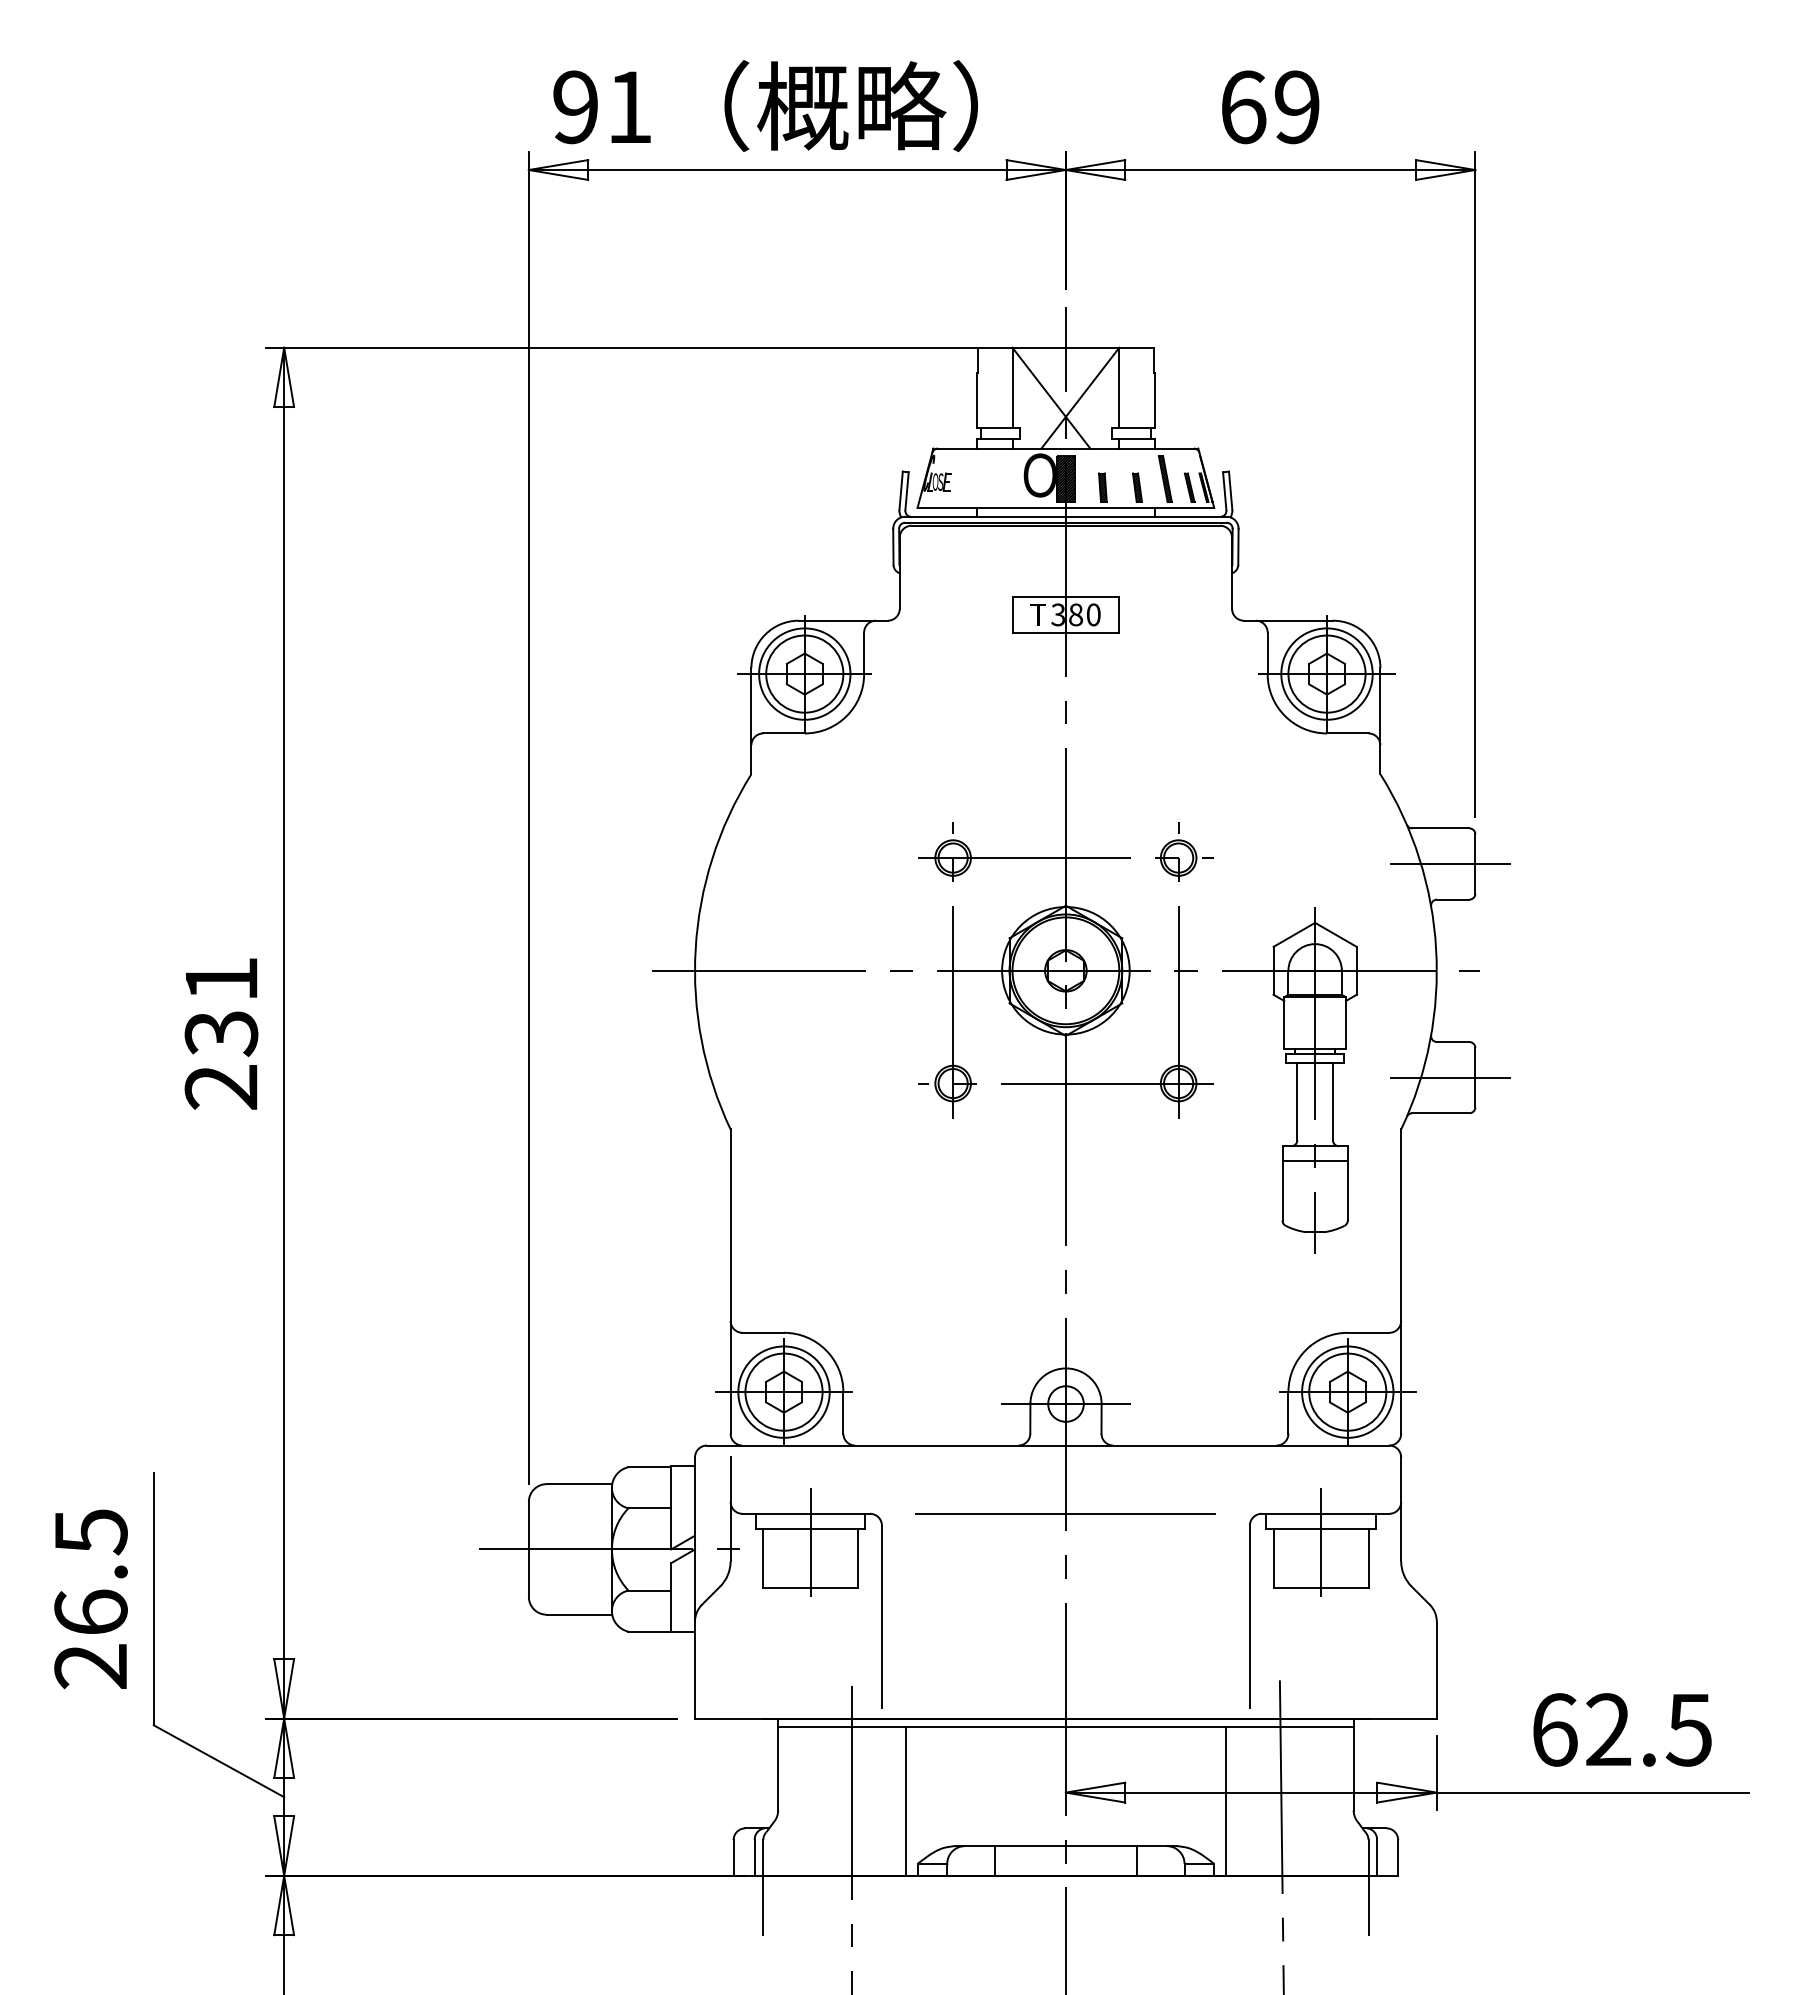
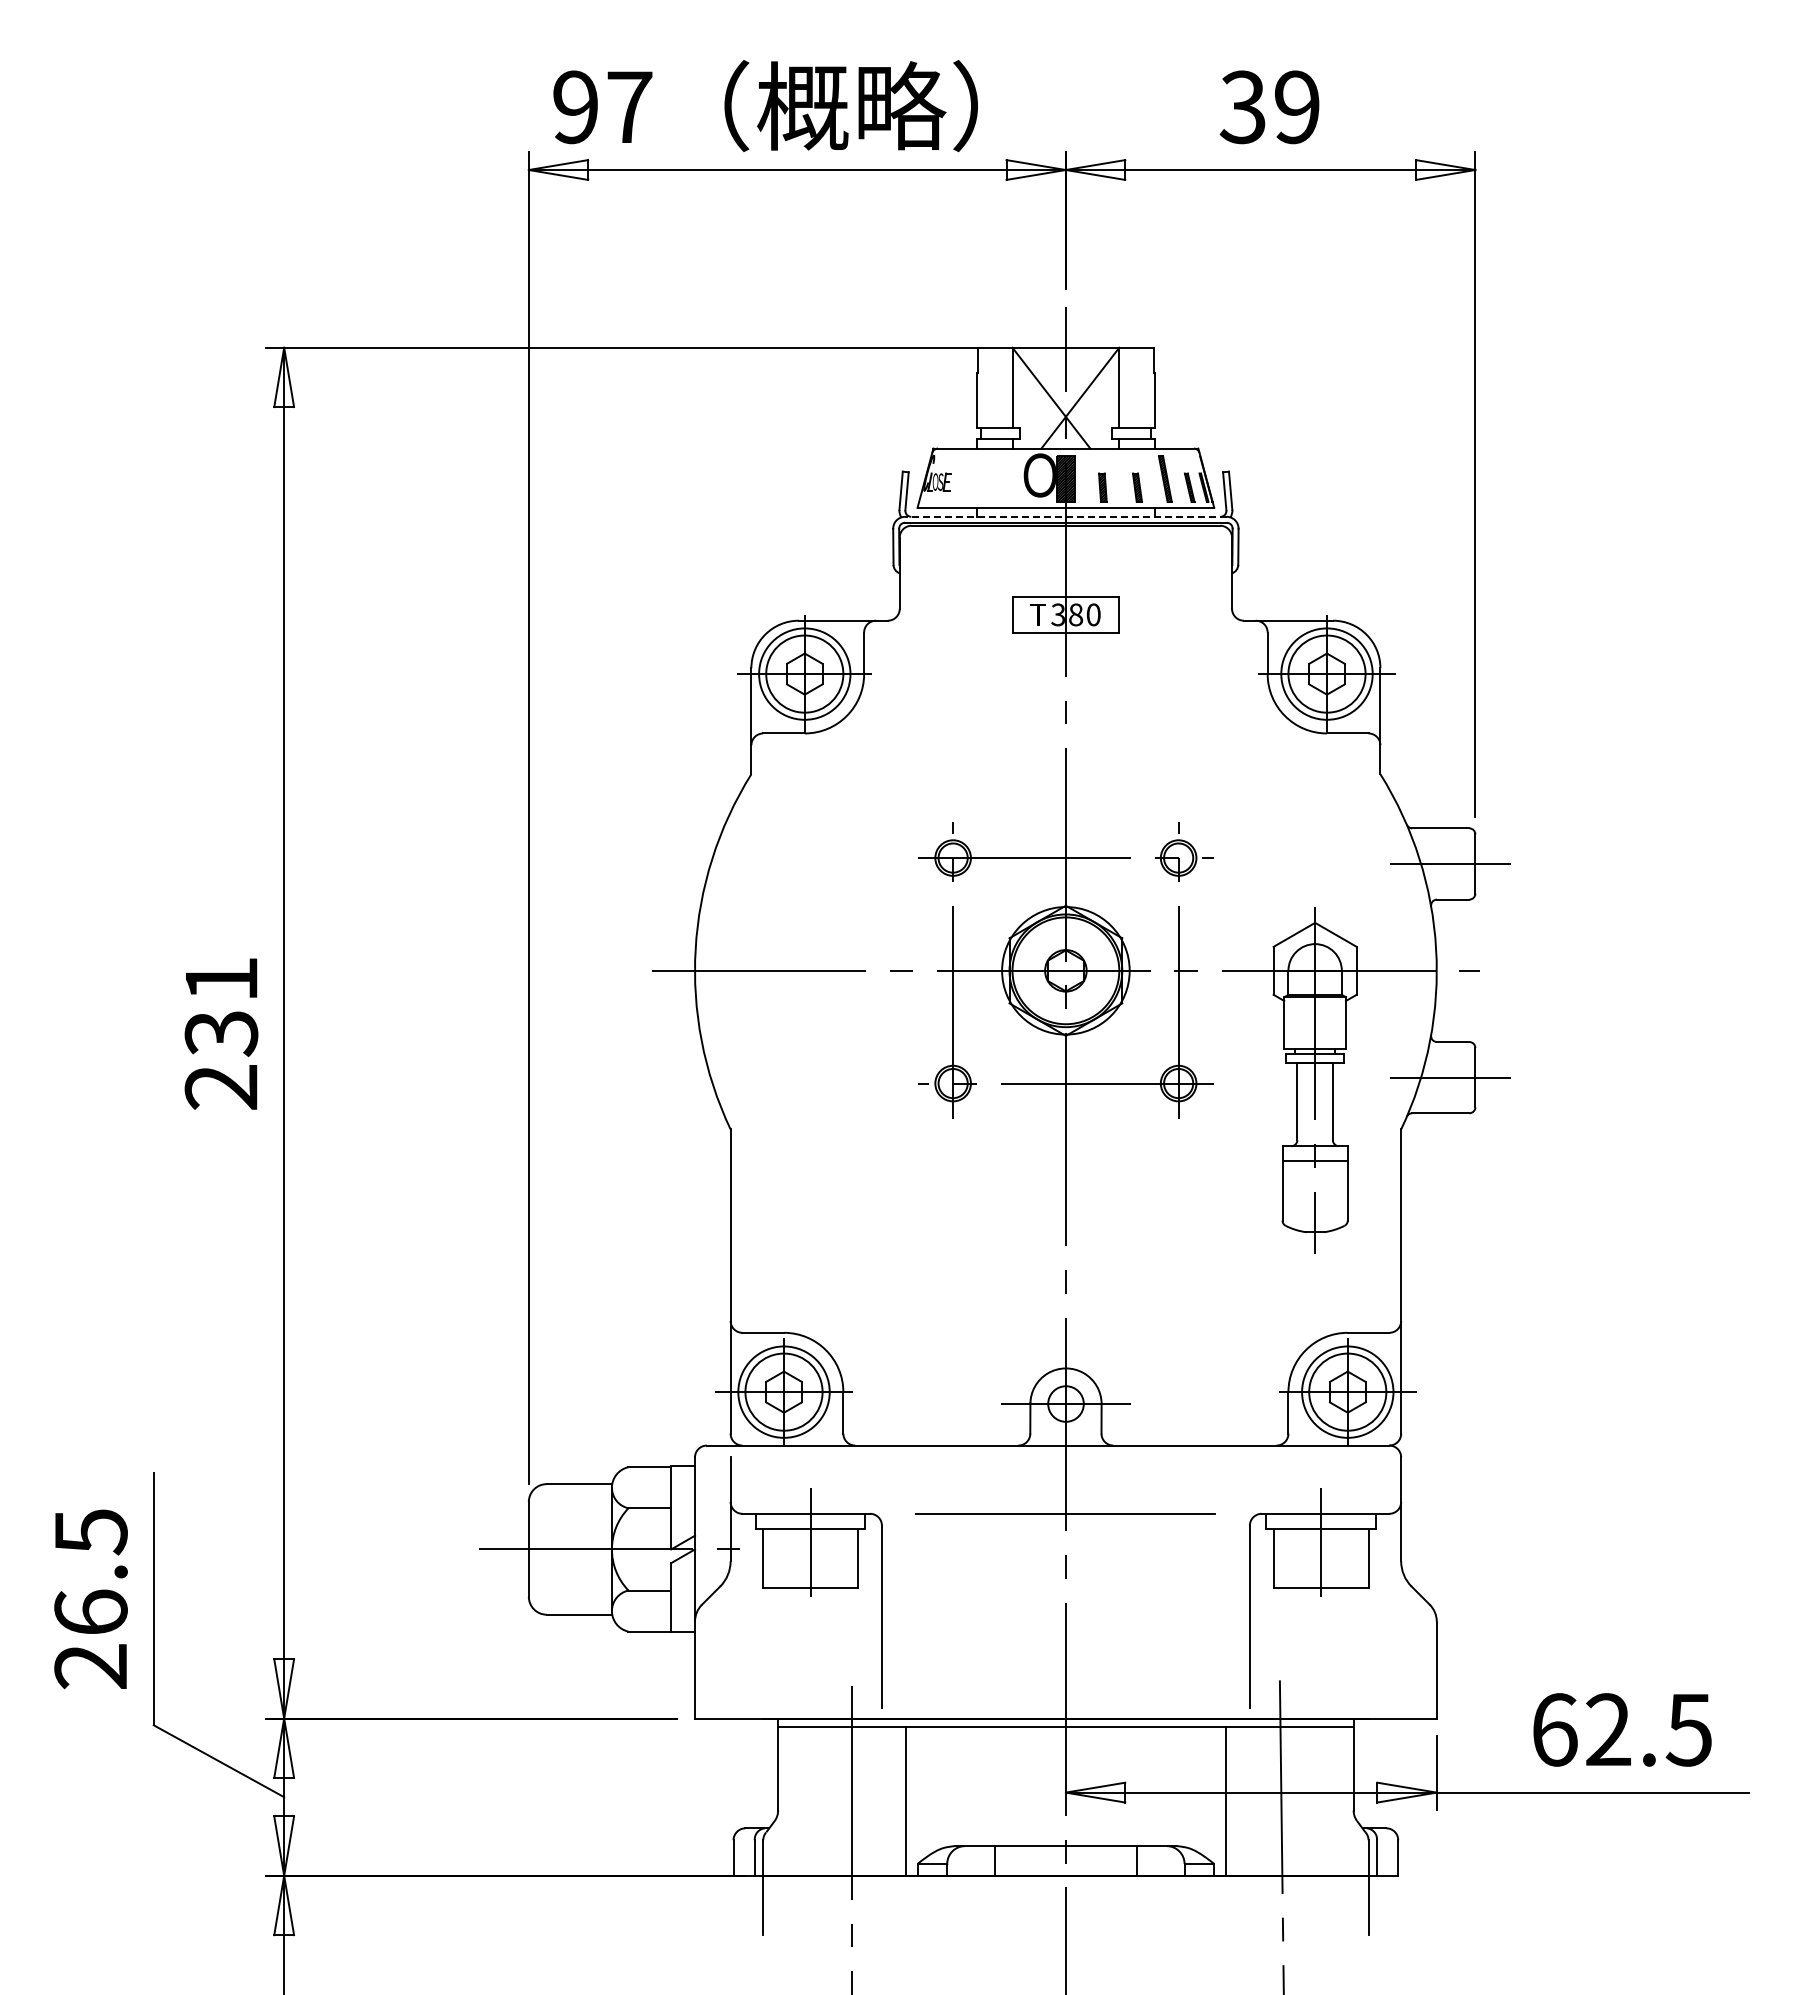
text at (629, 106): 91 -> 97
text at (1242, 107): 69 -> 39
line at (1065, 516): solid -> dashed
